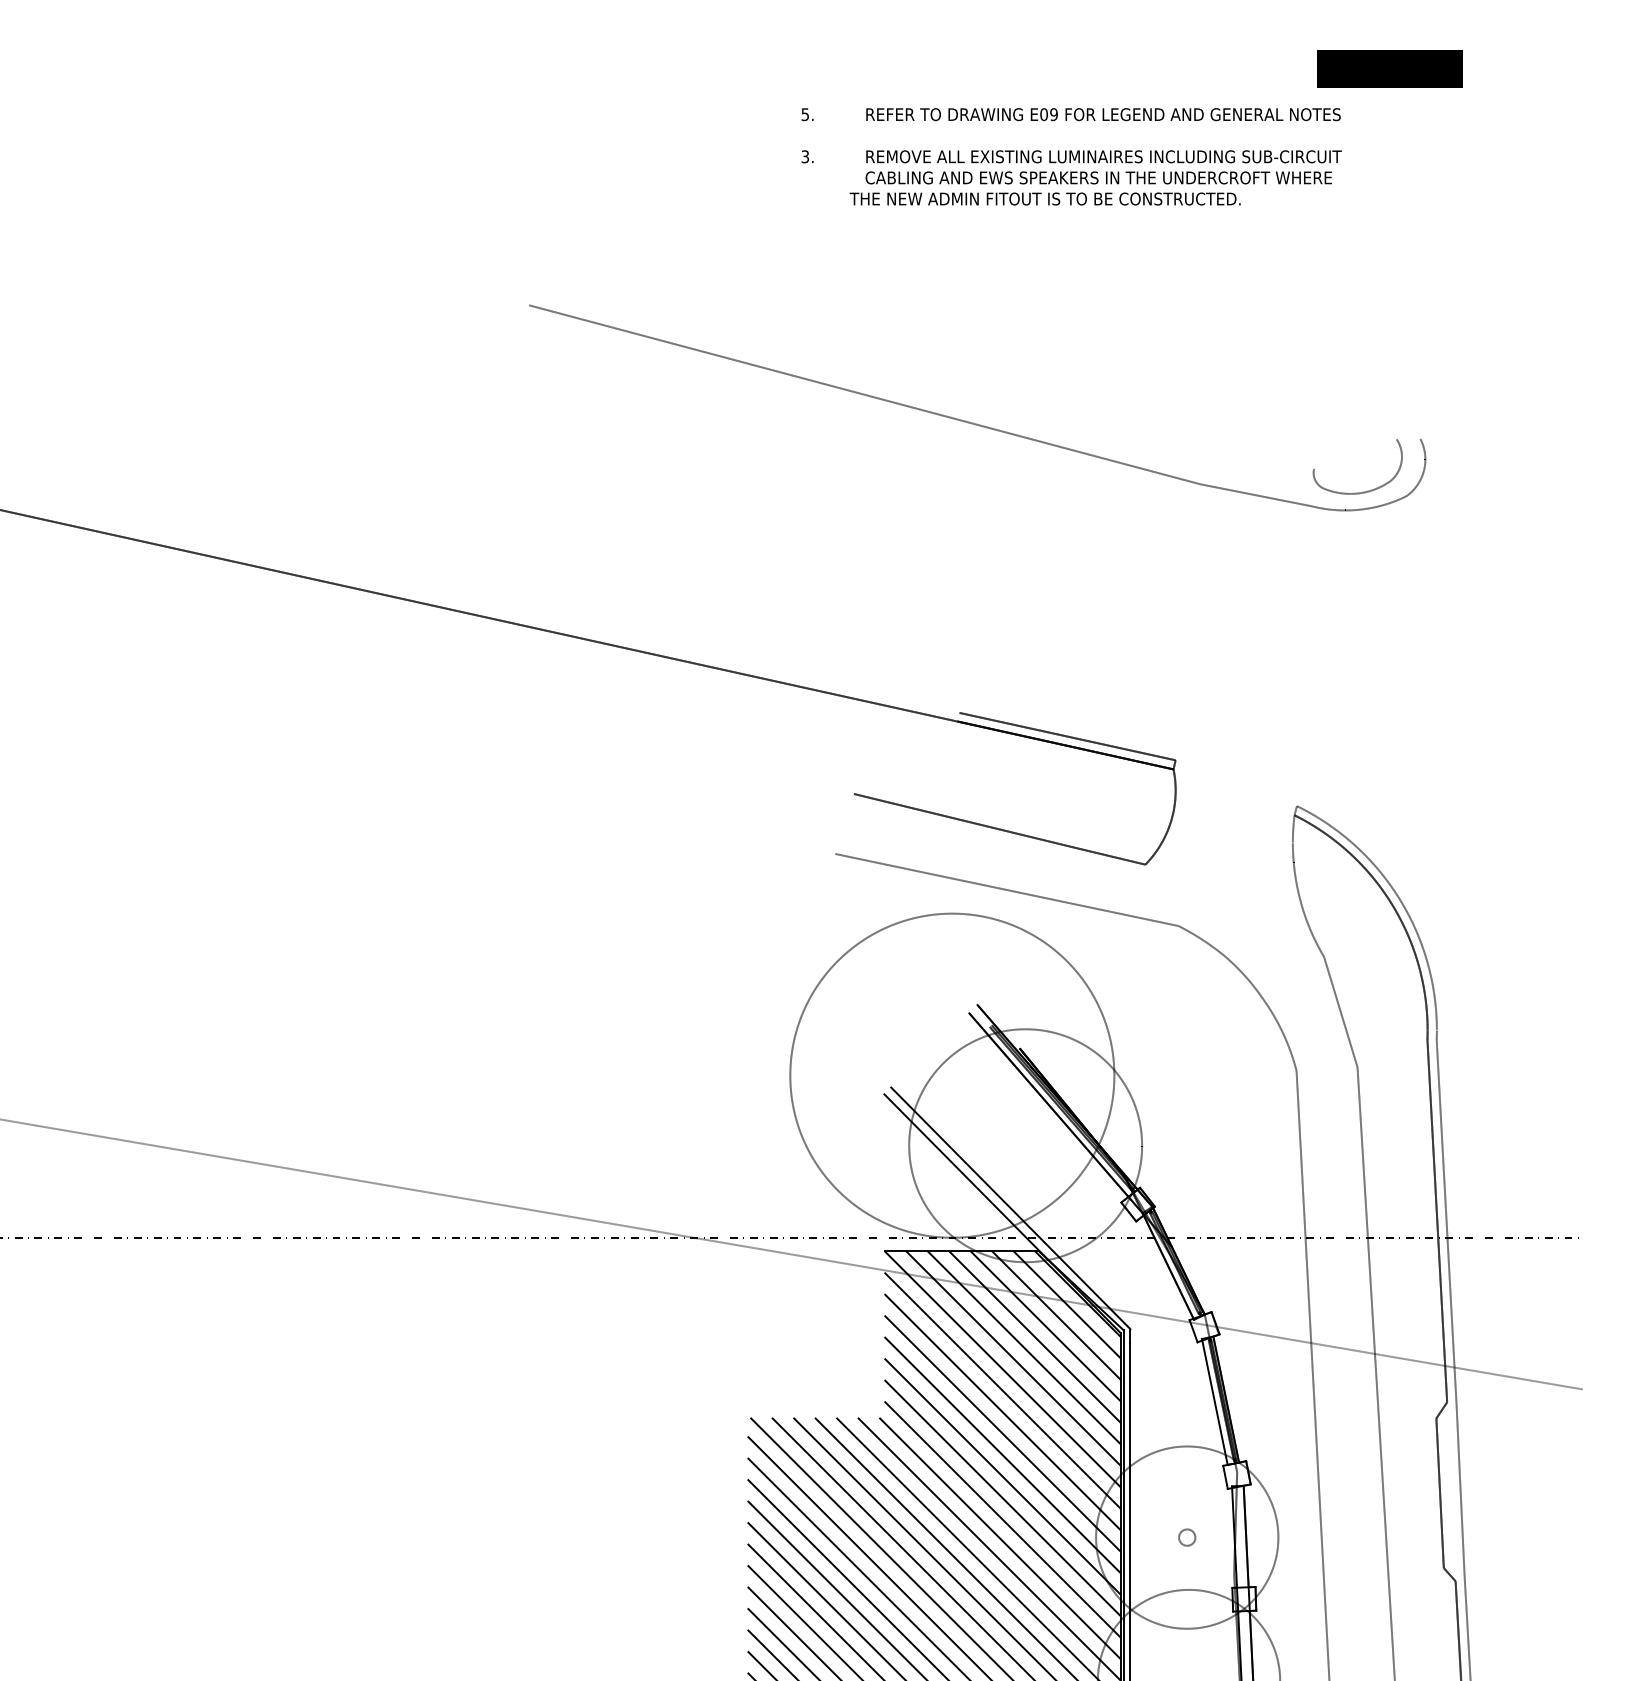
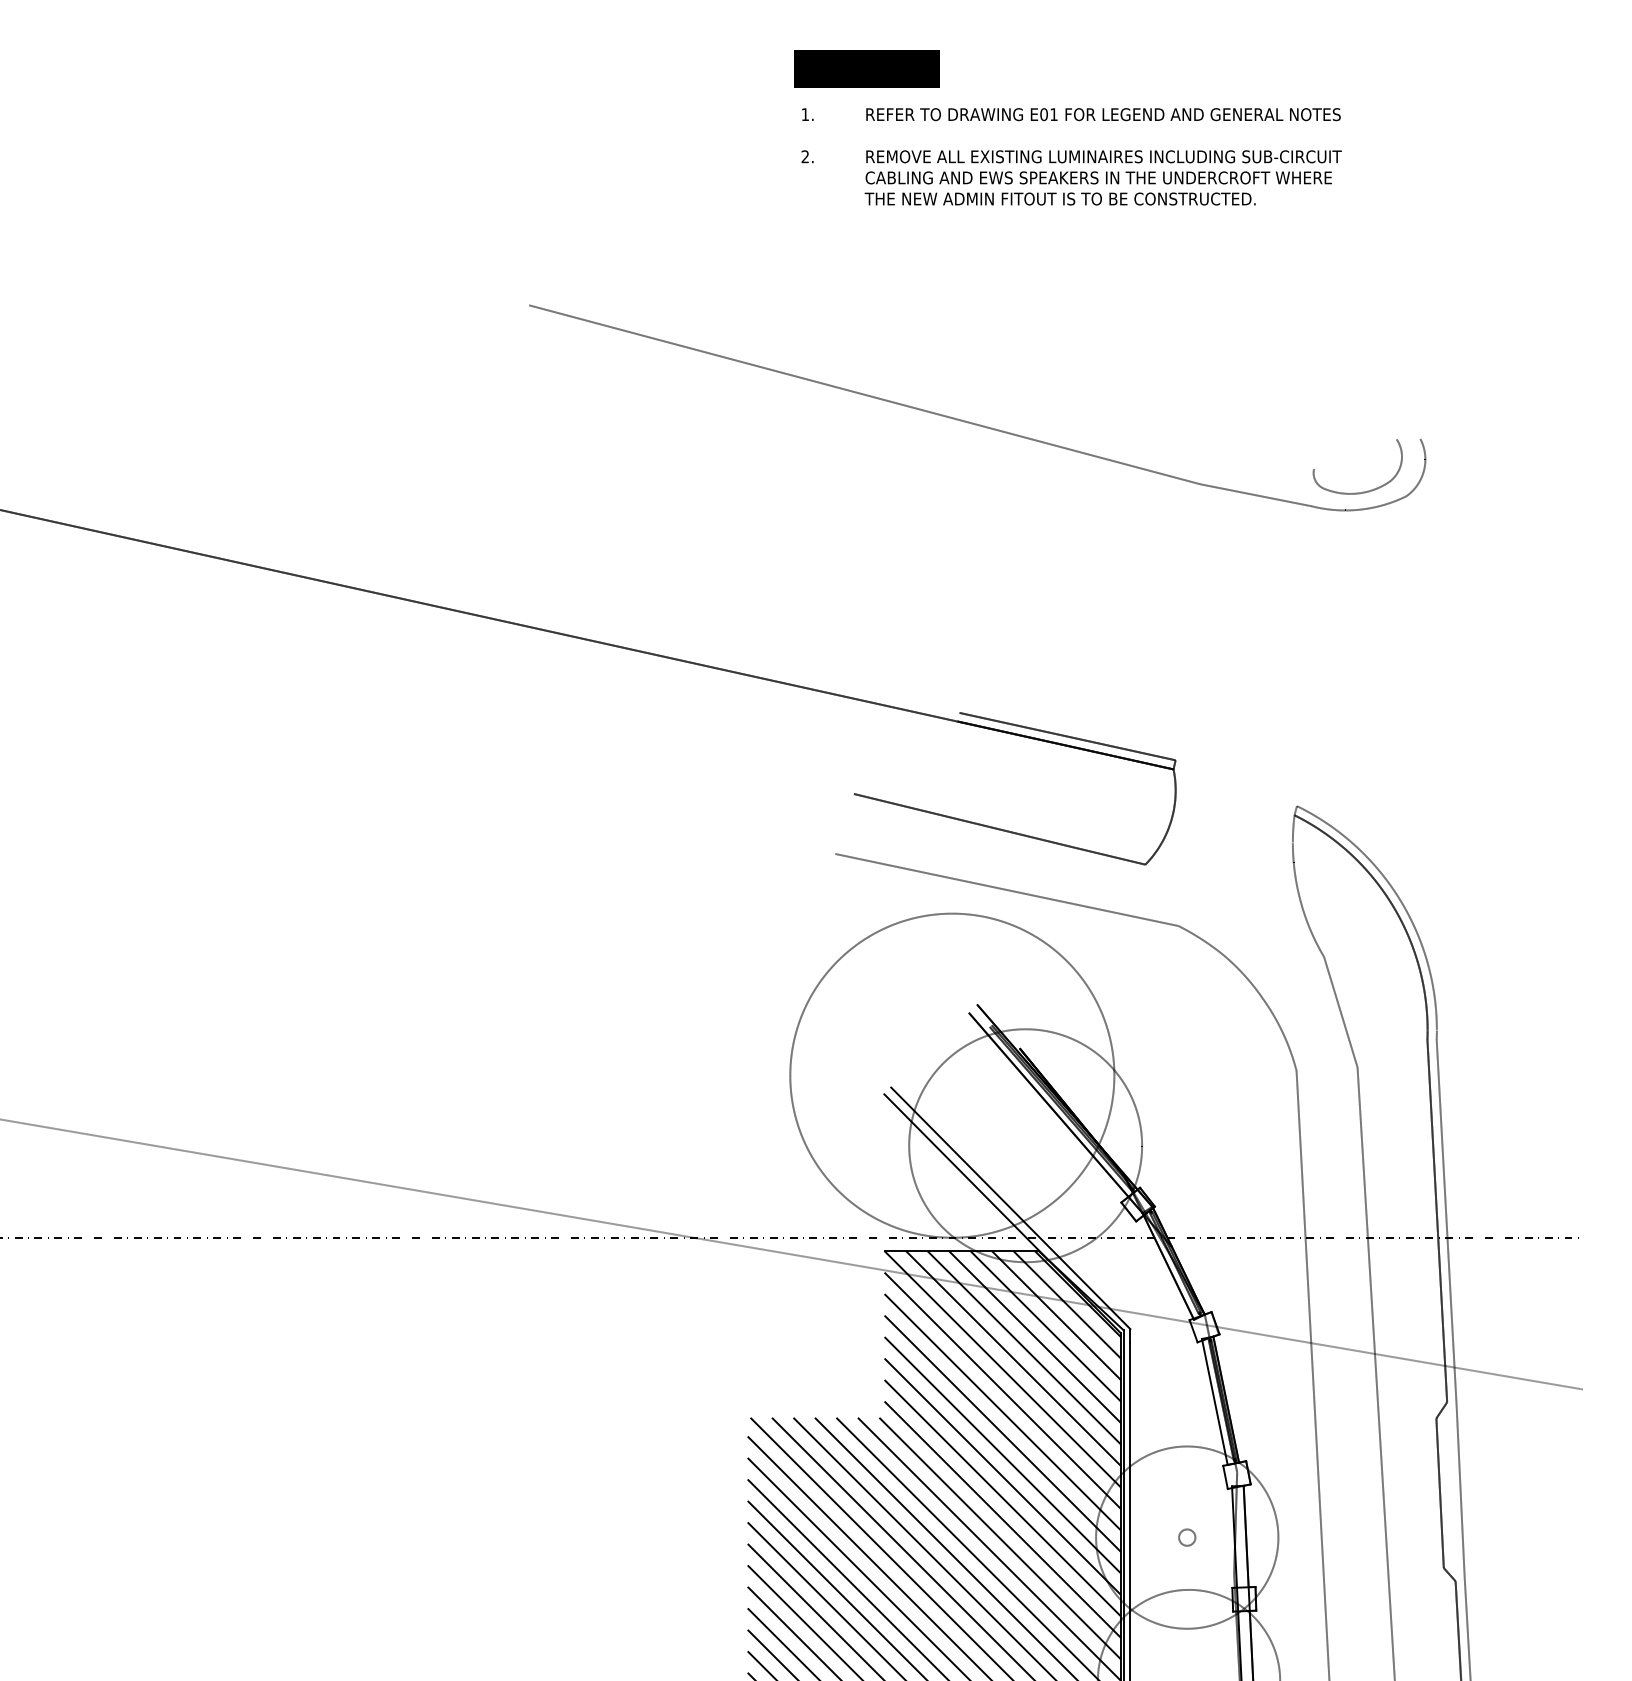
part at (1389, 68) position: (1389, 68) -> (866, 68)
text at (804, 114): 5. -> 1.
text at (1053, 114): E09 -> E01
text at (805, 156): 3. -> 2.
text at (1044, 198) position: (1044, 198) -> (1059, 198)
